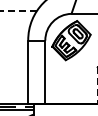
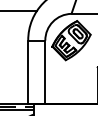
line at (18, 11): dashed -> solid
line at (97, 86): dashed -> solid
